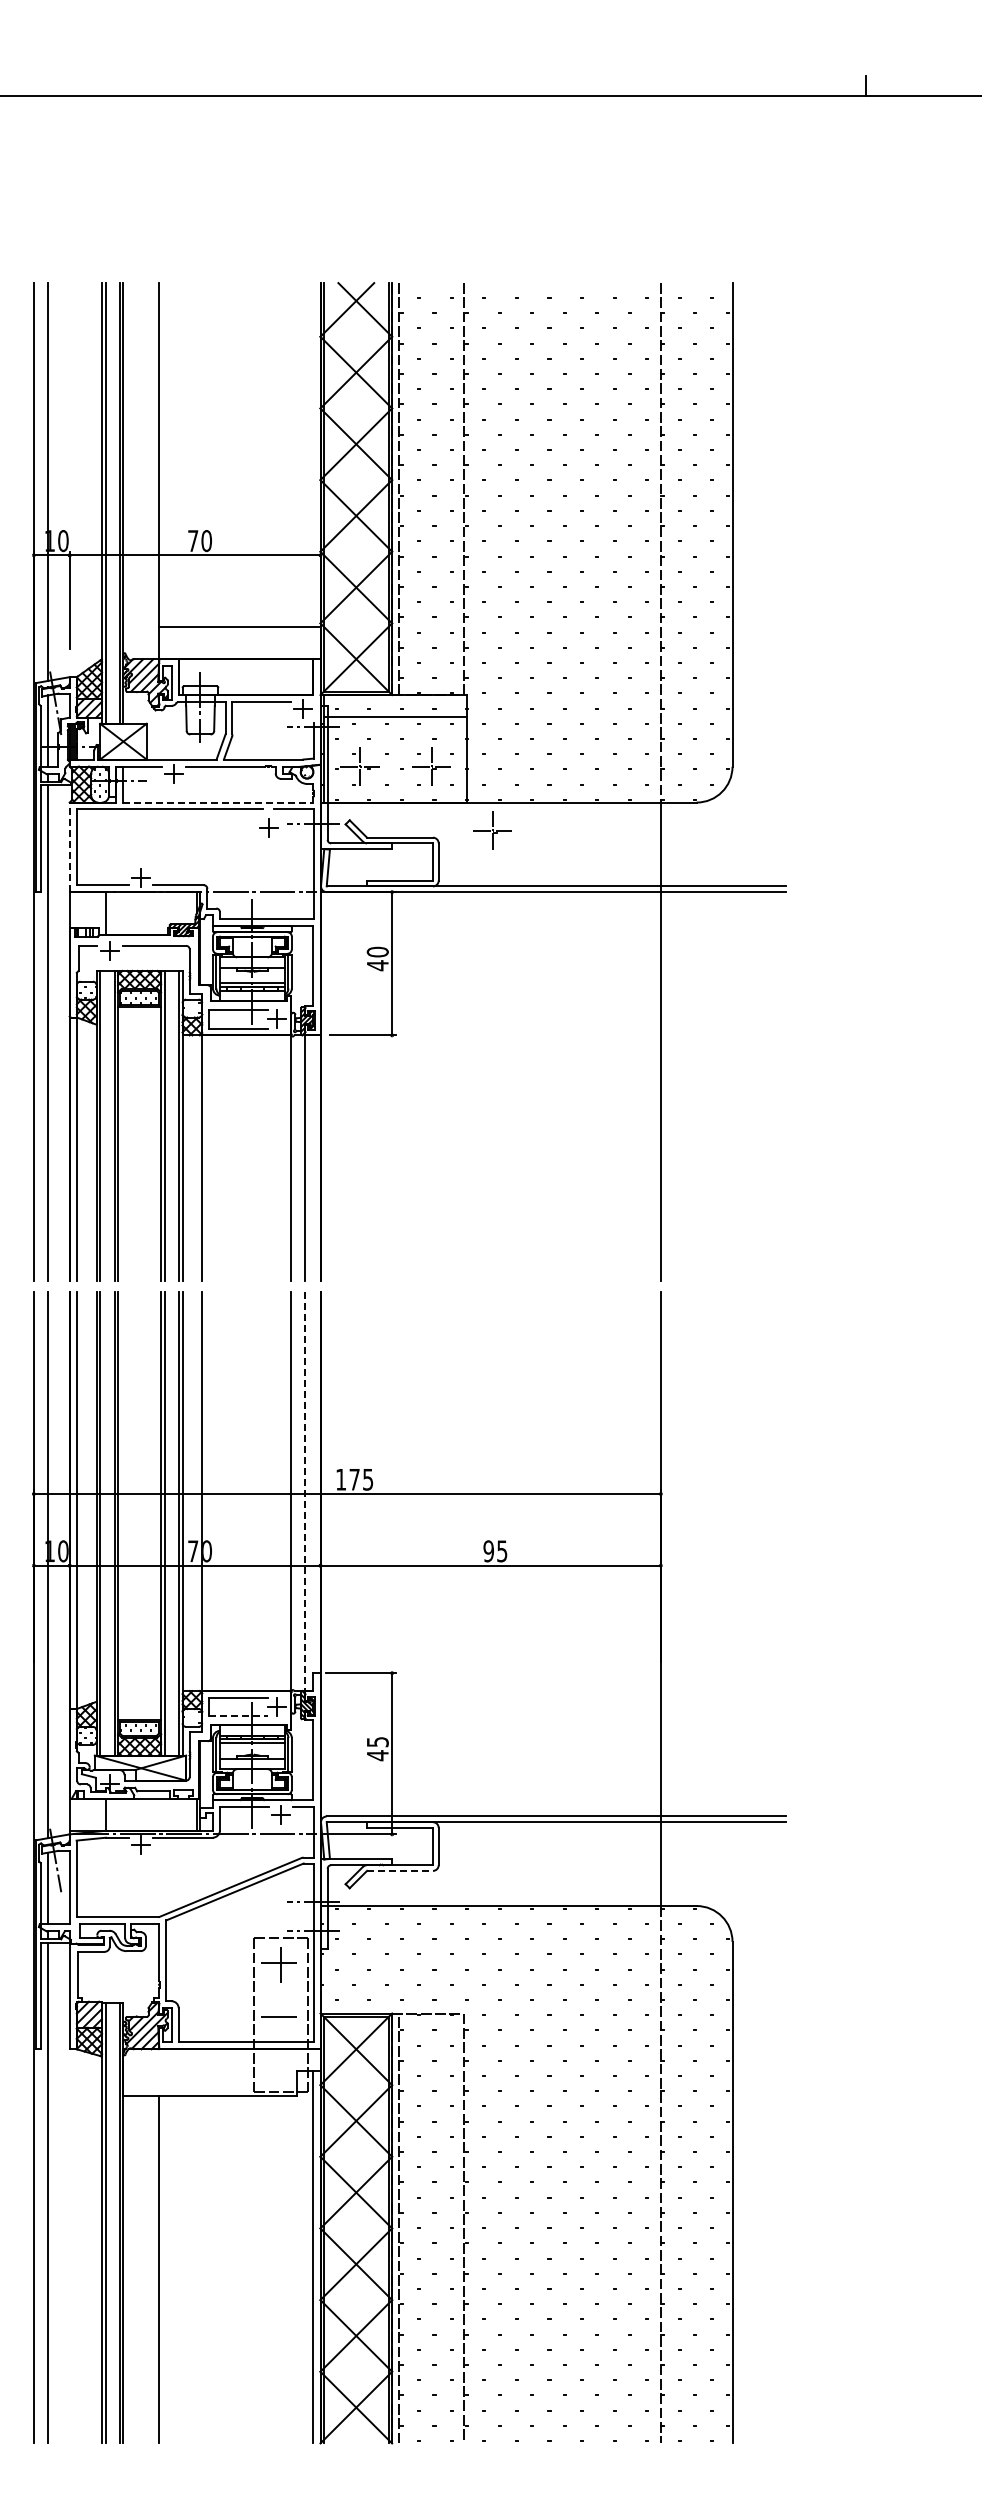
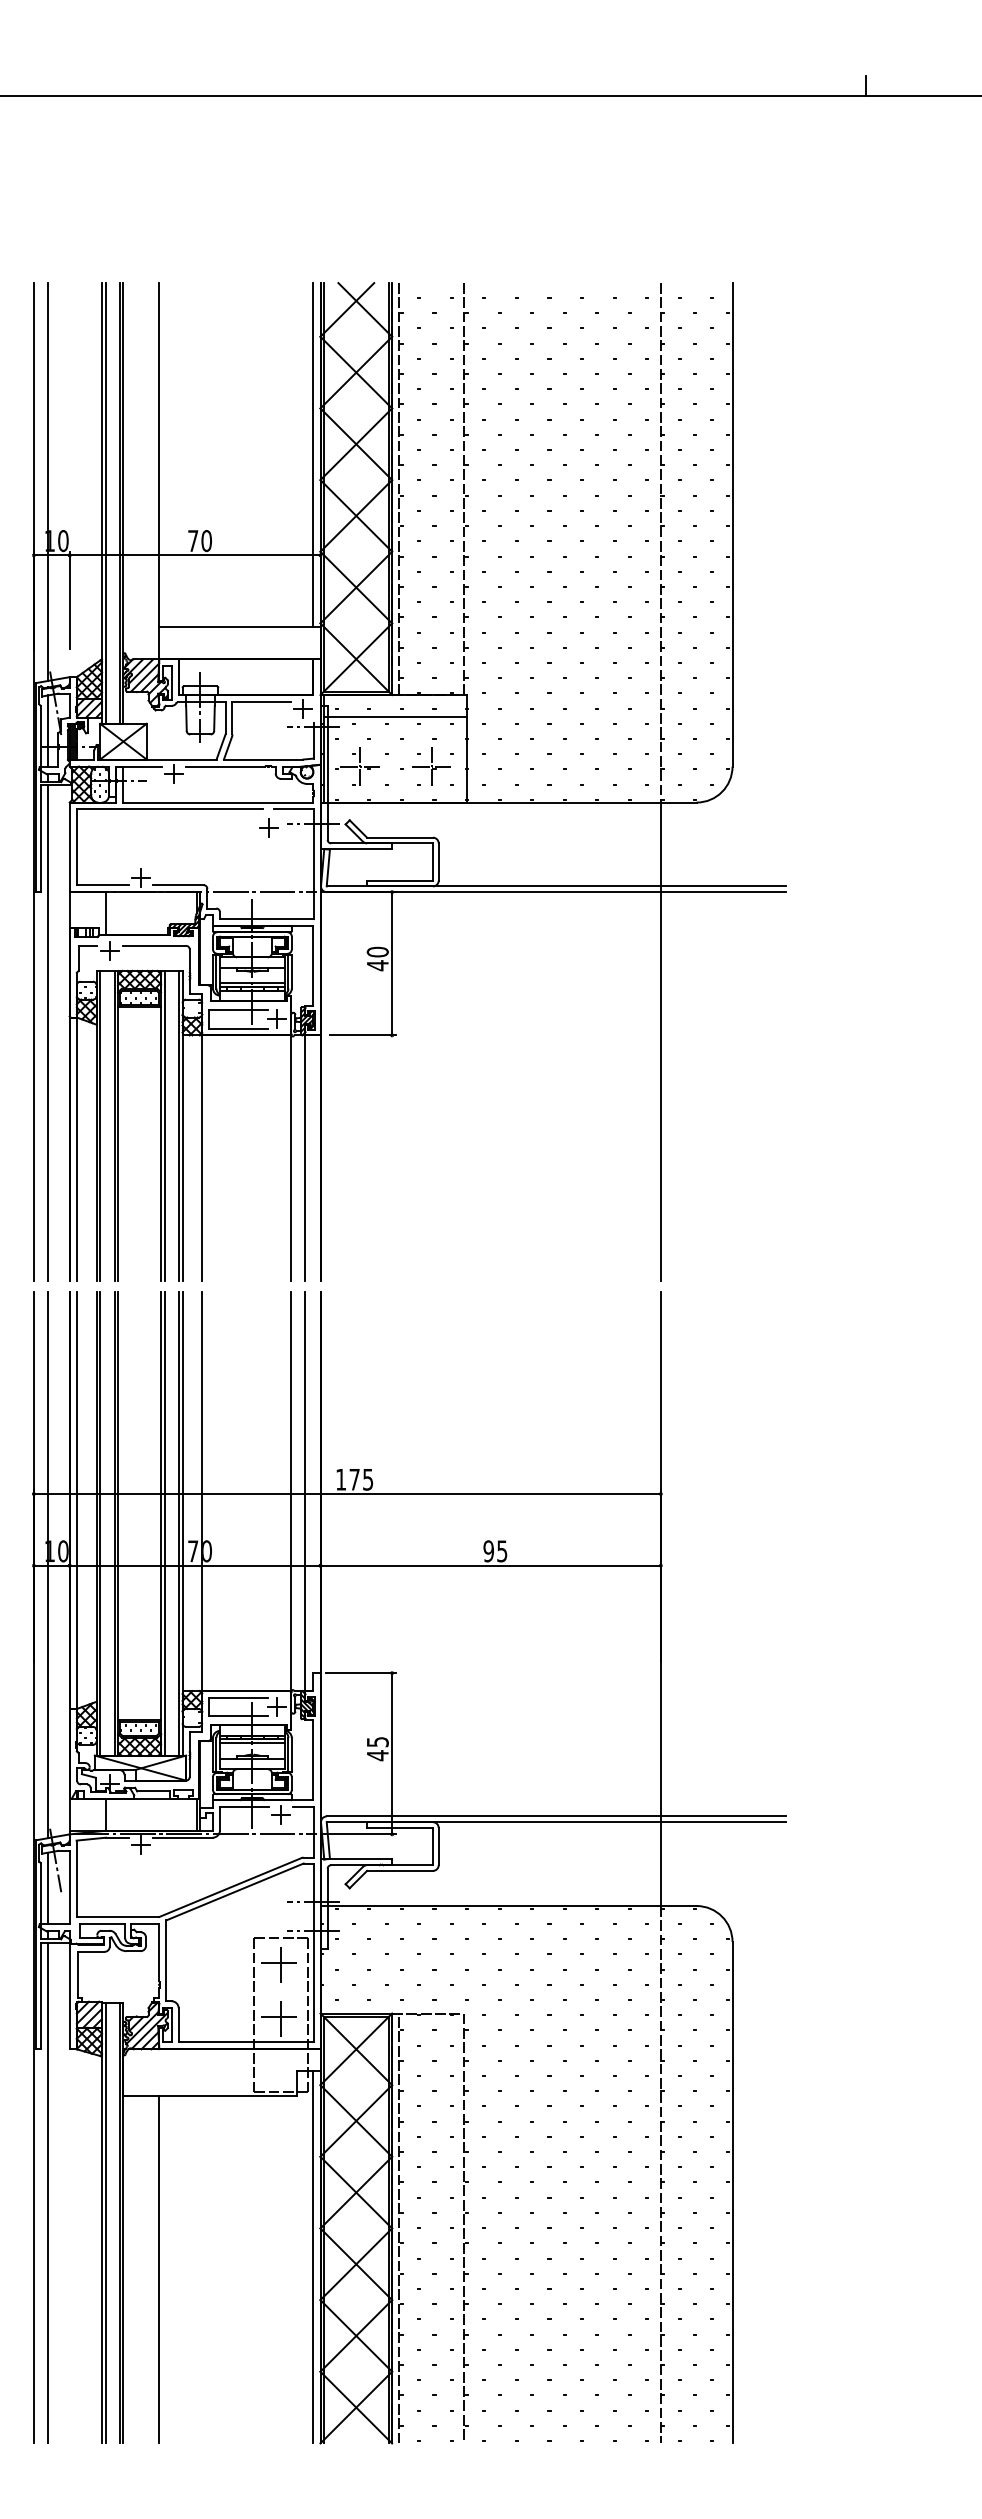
line at (313, 455): none -> present
line at (218, 802): dashed -> solid
part at (492, 830): present -> none
line at (69, 847): dashed -> solid
line at (305, 1491): dashed -> solid
line at (238, 1716): dashed -> solid
line at (400, 1870): dashed -> solid
line at (281, 2016): none -> present
